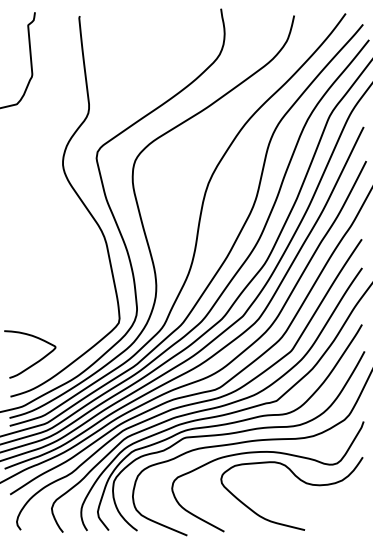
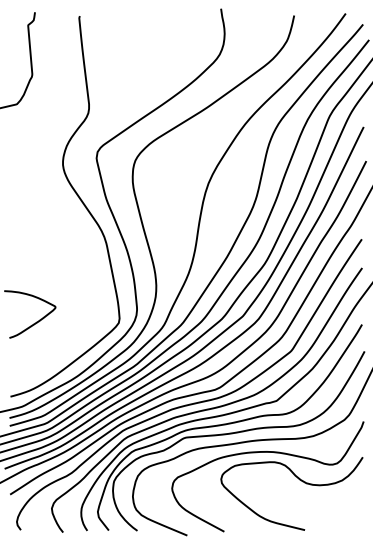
curve at (36, 361) position: (36, 361) -> (36, 321)
